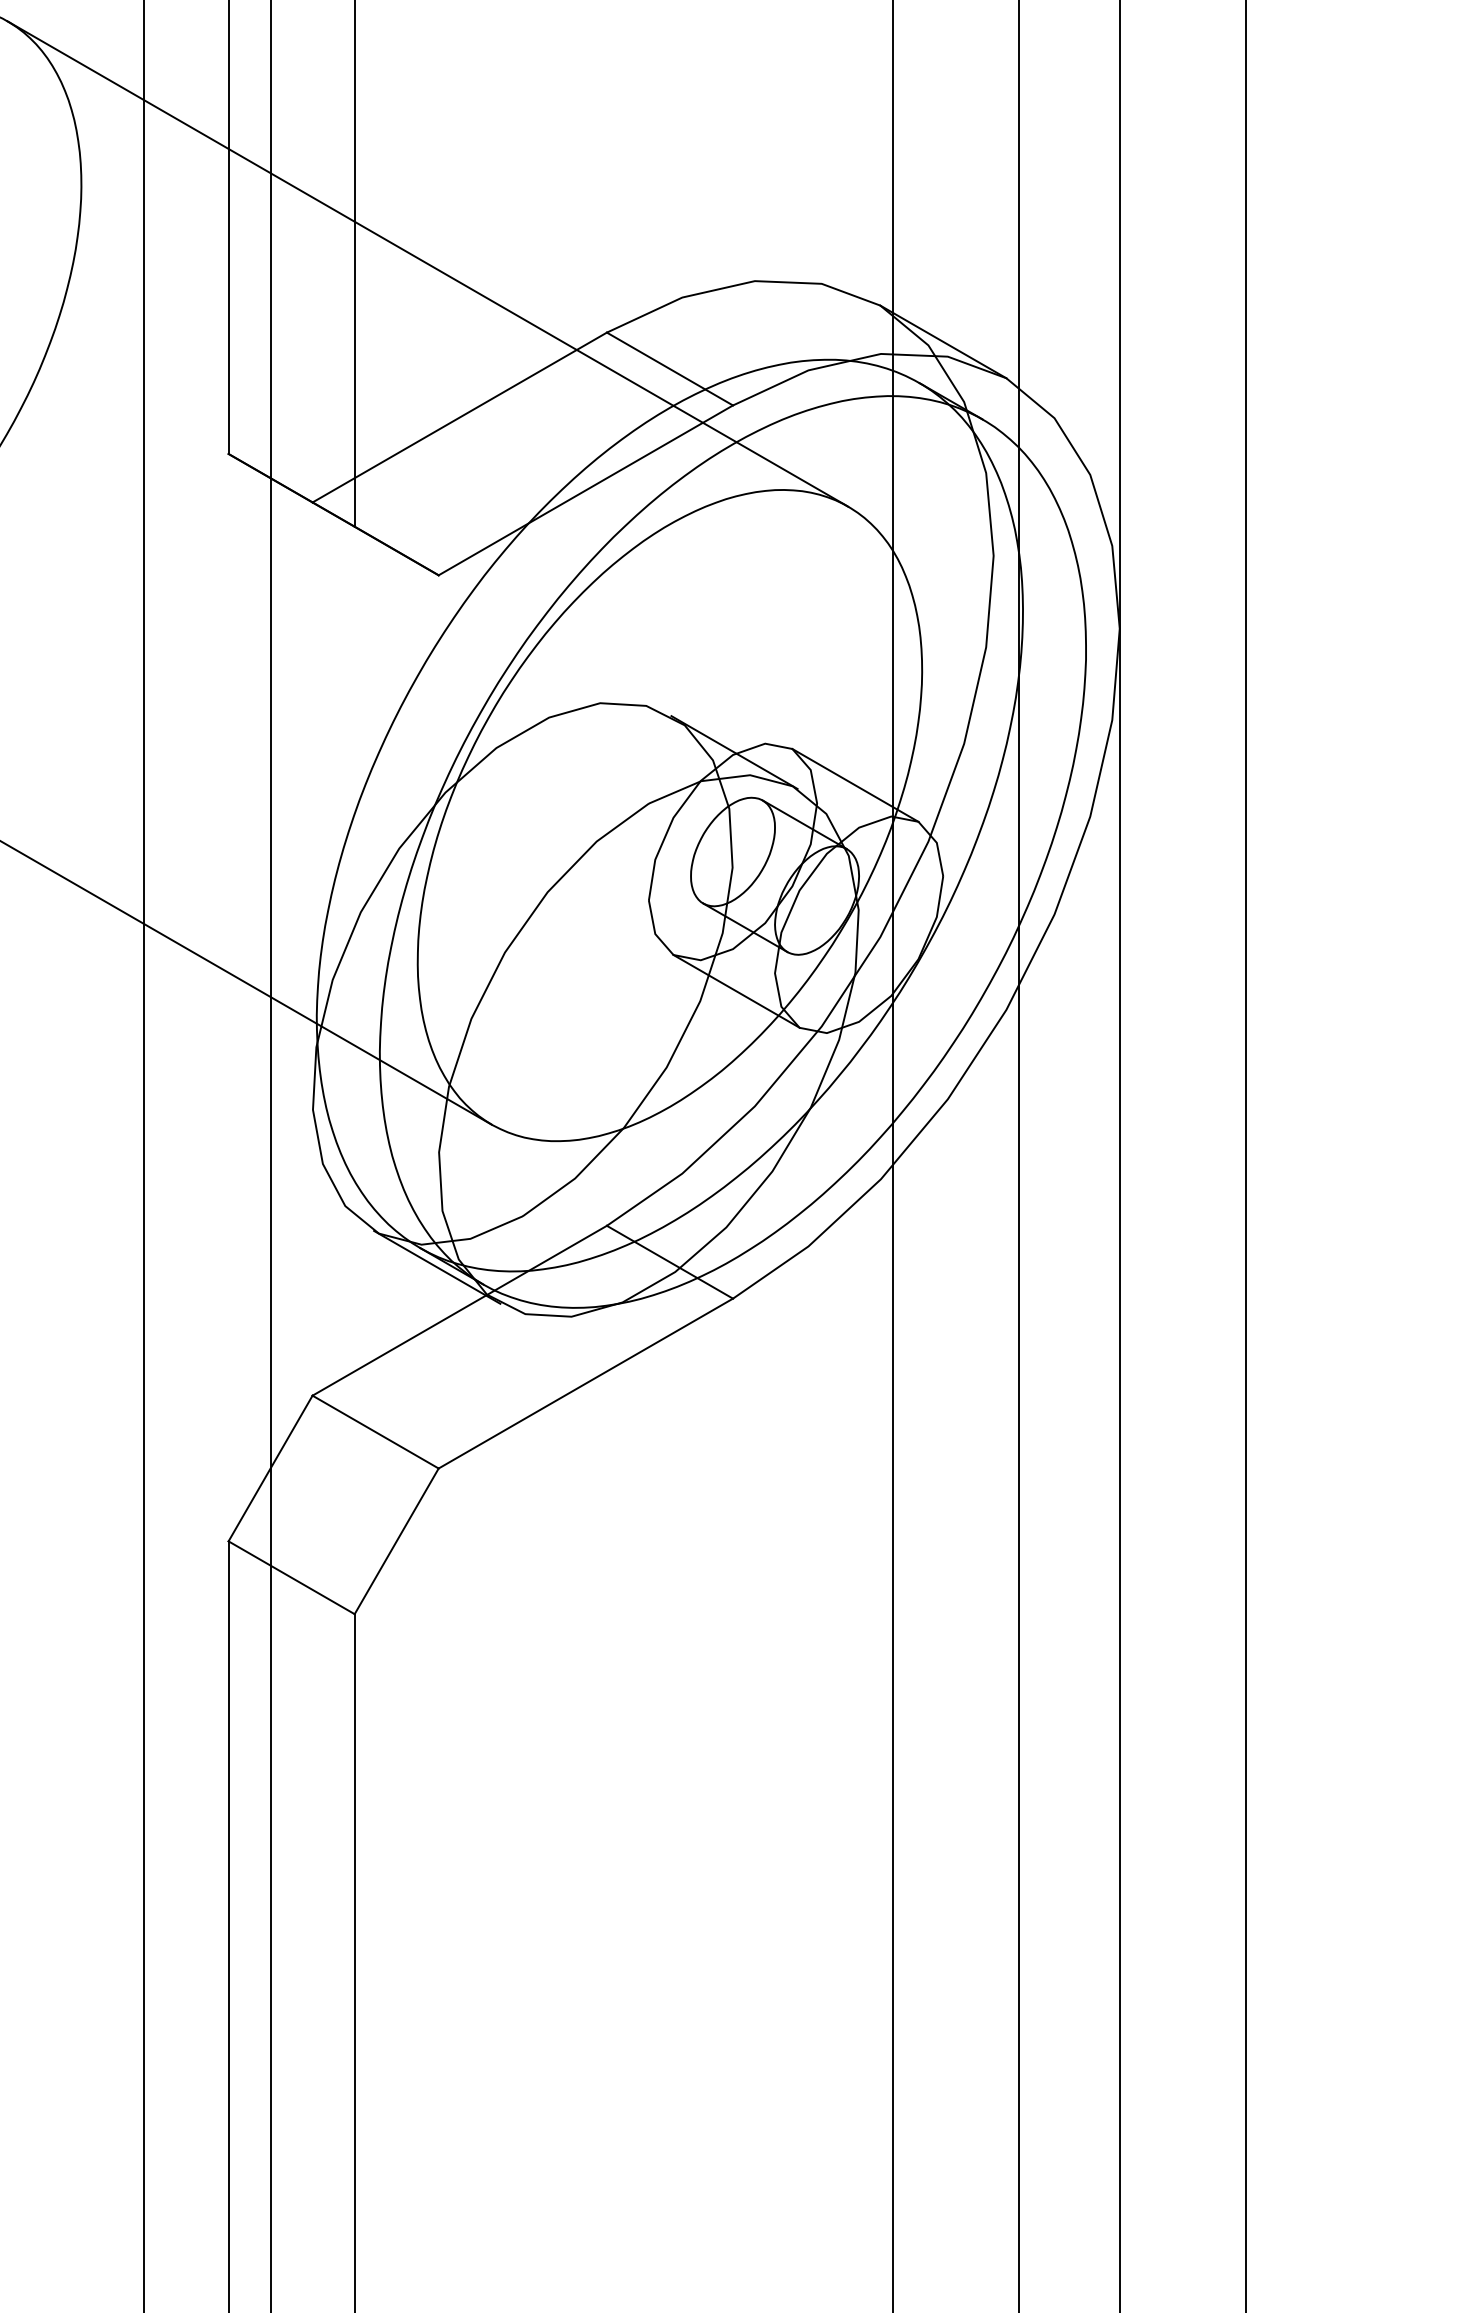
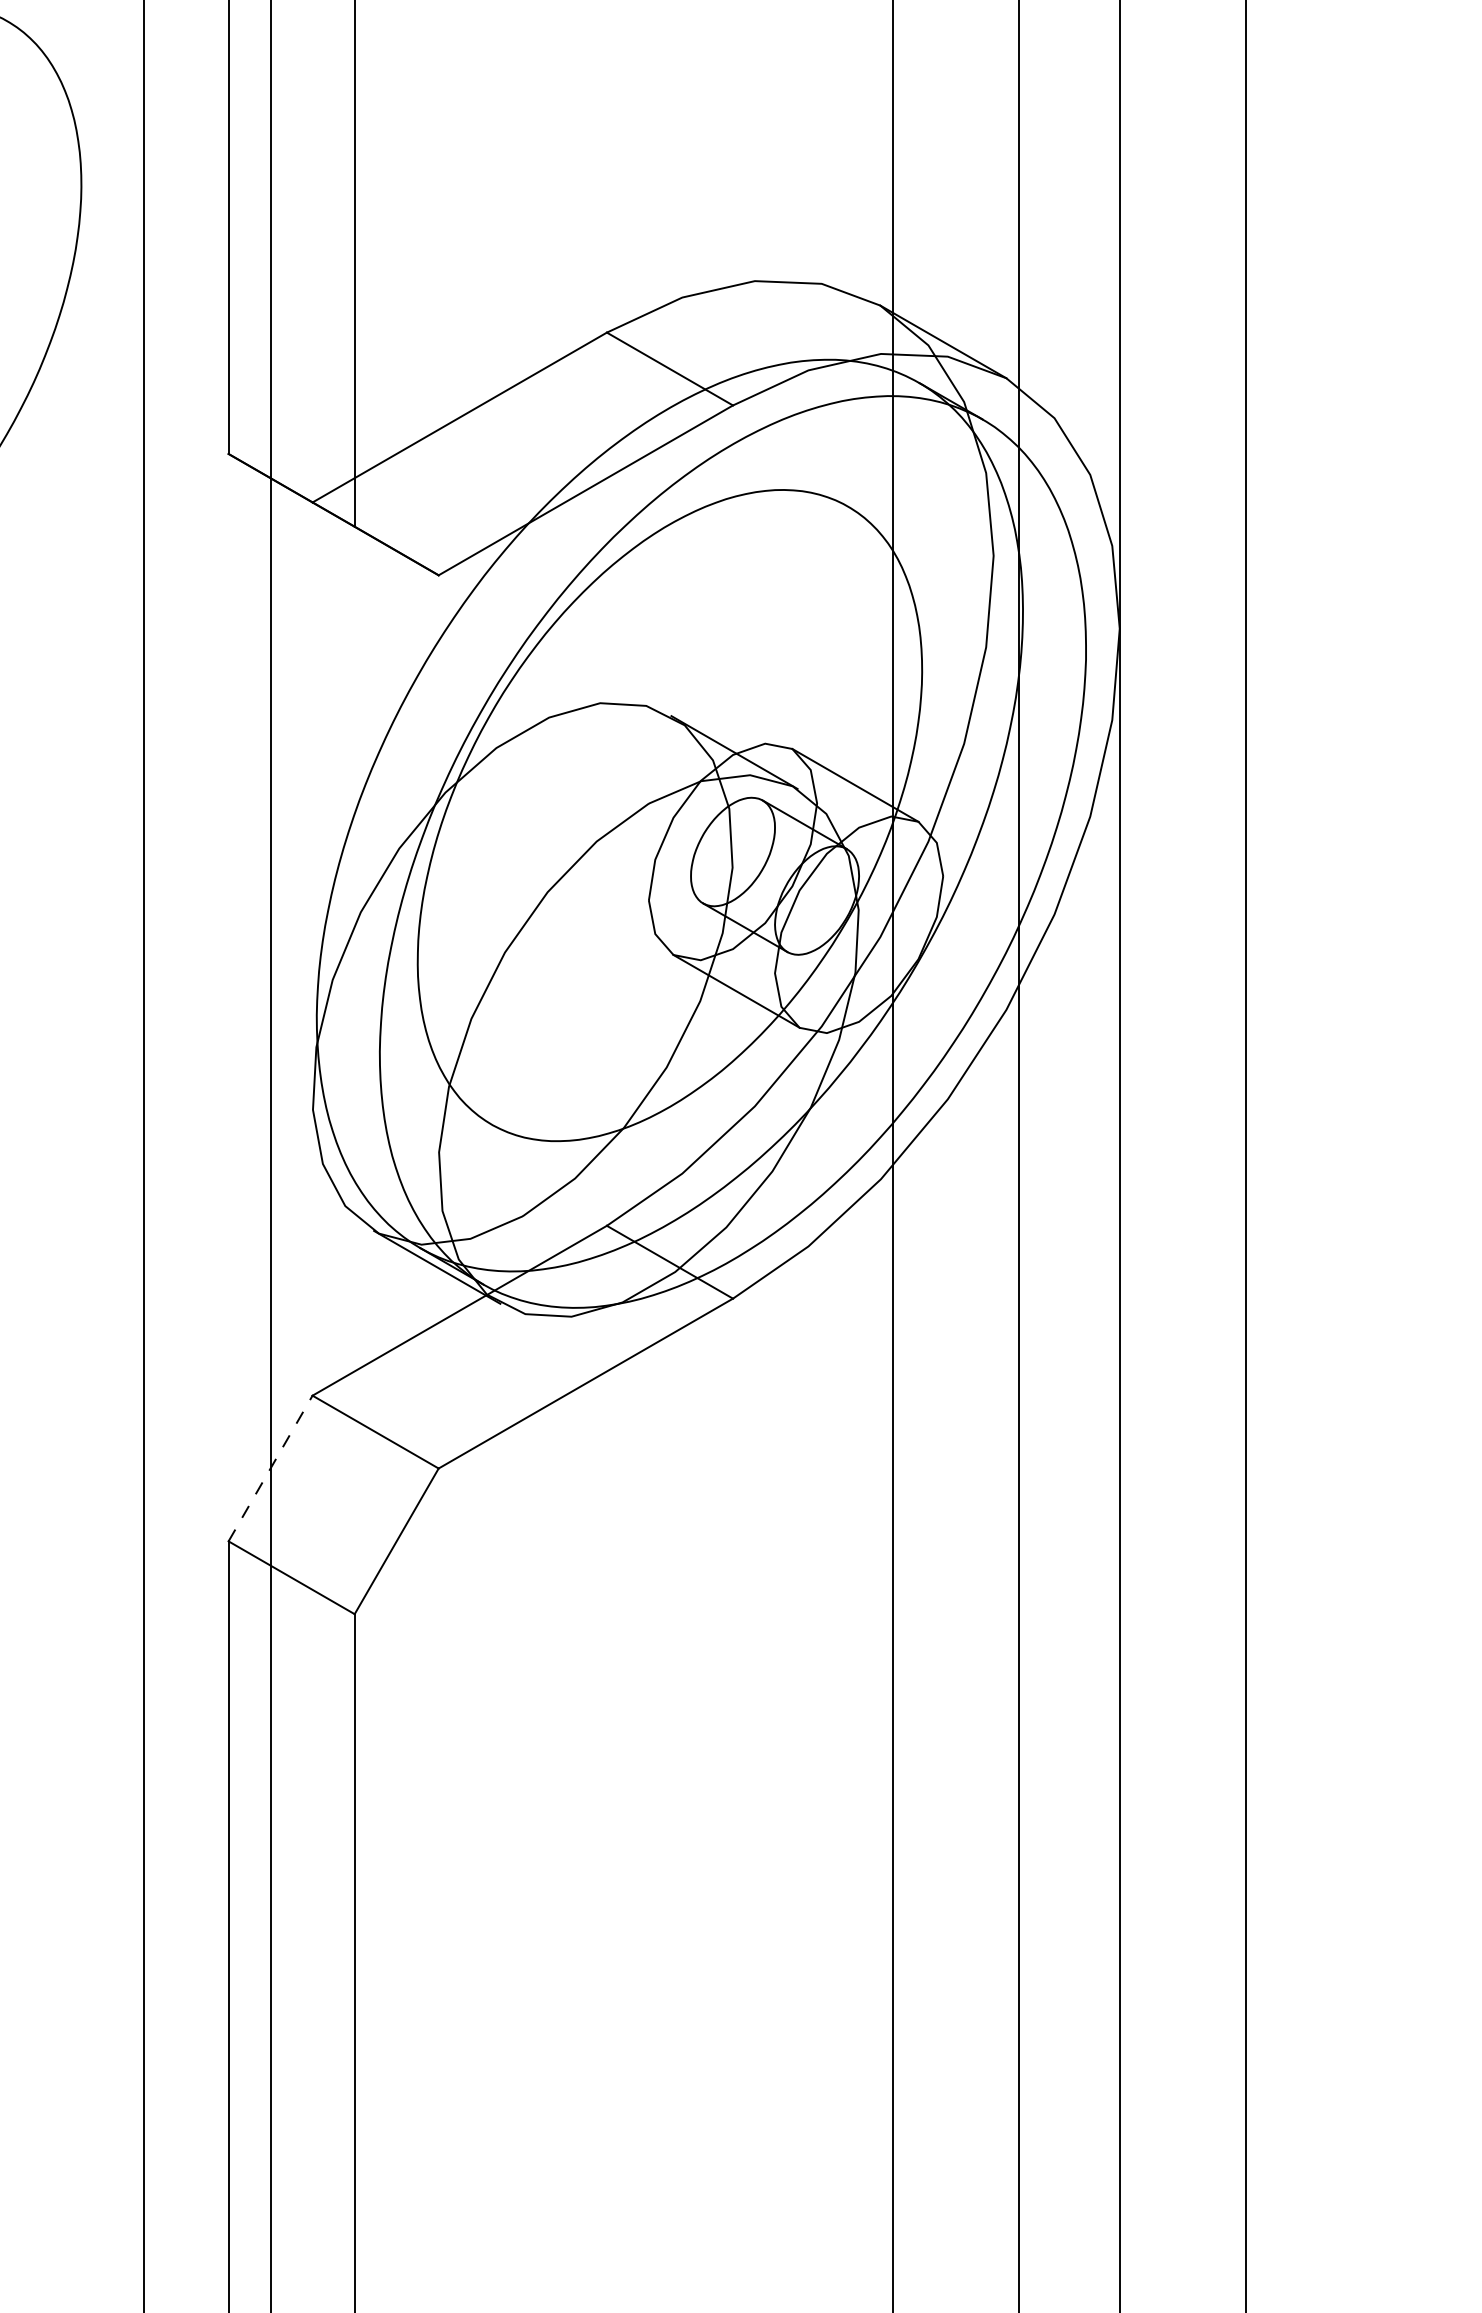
line at (427, 263): present -> none
line at (246, 983): present -> none
line at (270, 1468): solid -> dashed
